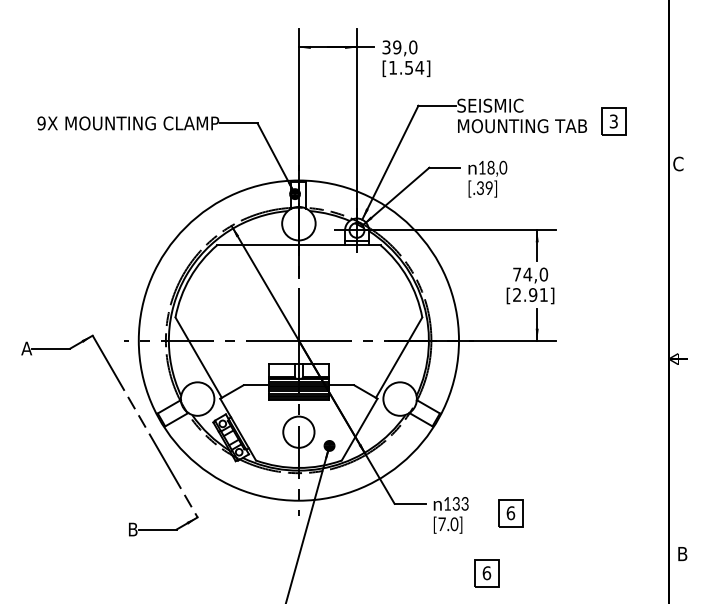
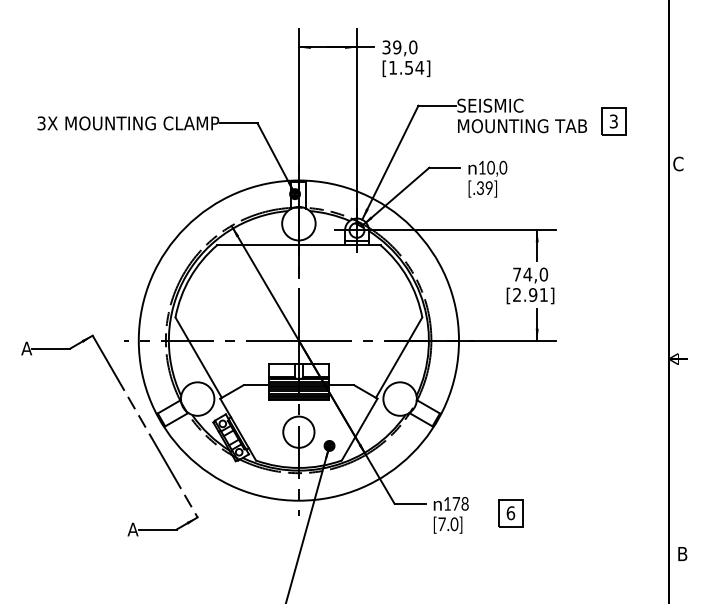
text at (41, 123): 9X -> 3X
text at (490, 168): 18,0 -> 10,0
text at (460, 503): 133 -> 178
text at (132, 529): B -> A
part at (486, 573): present -> none
